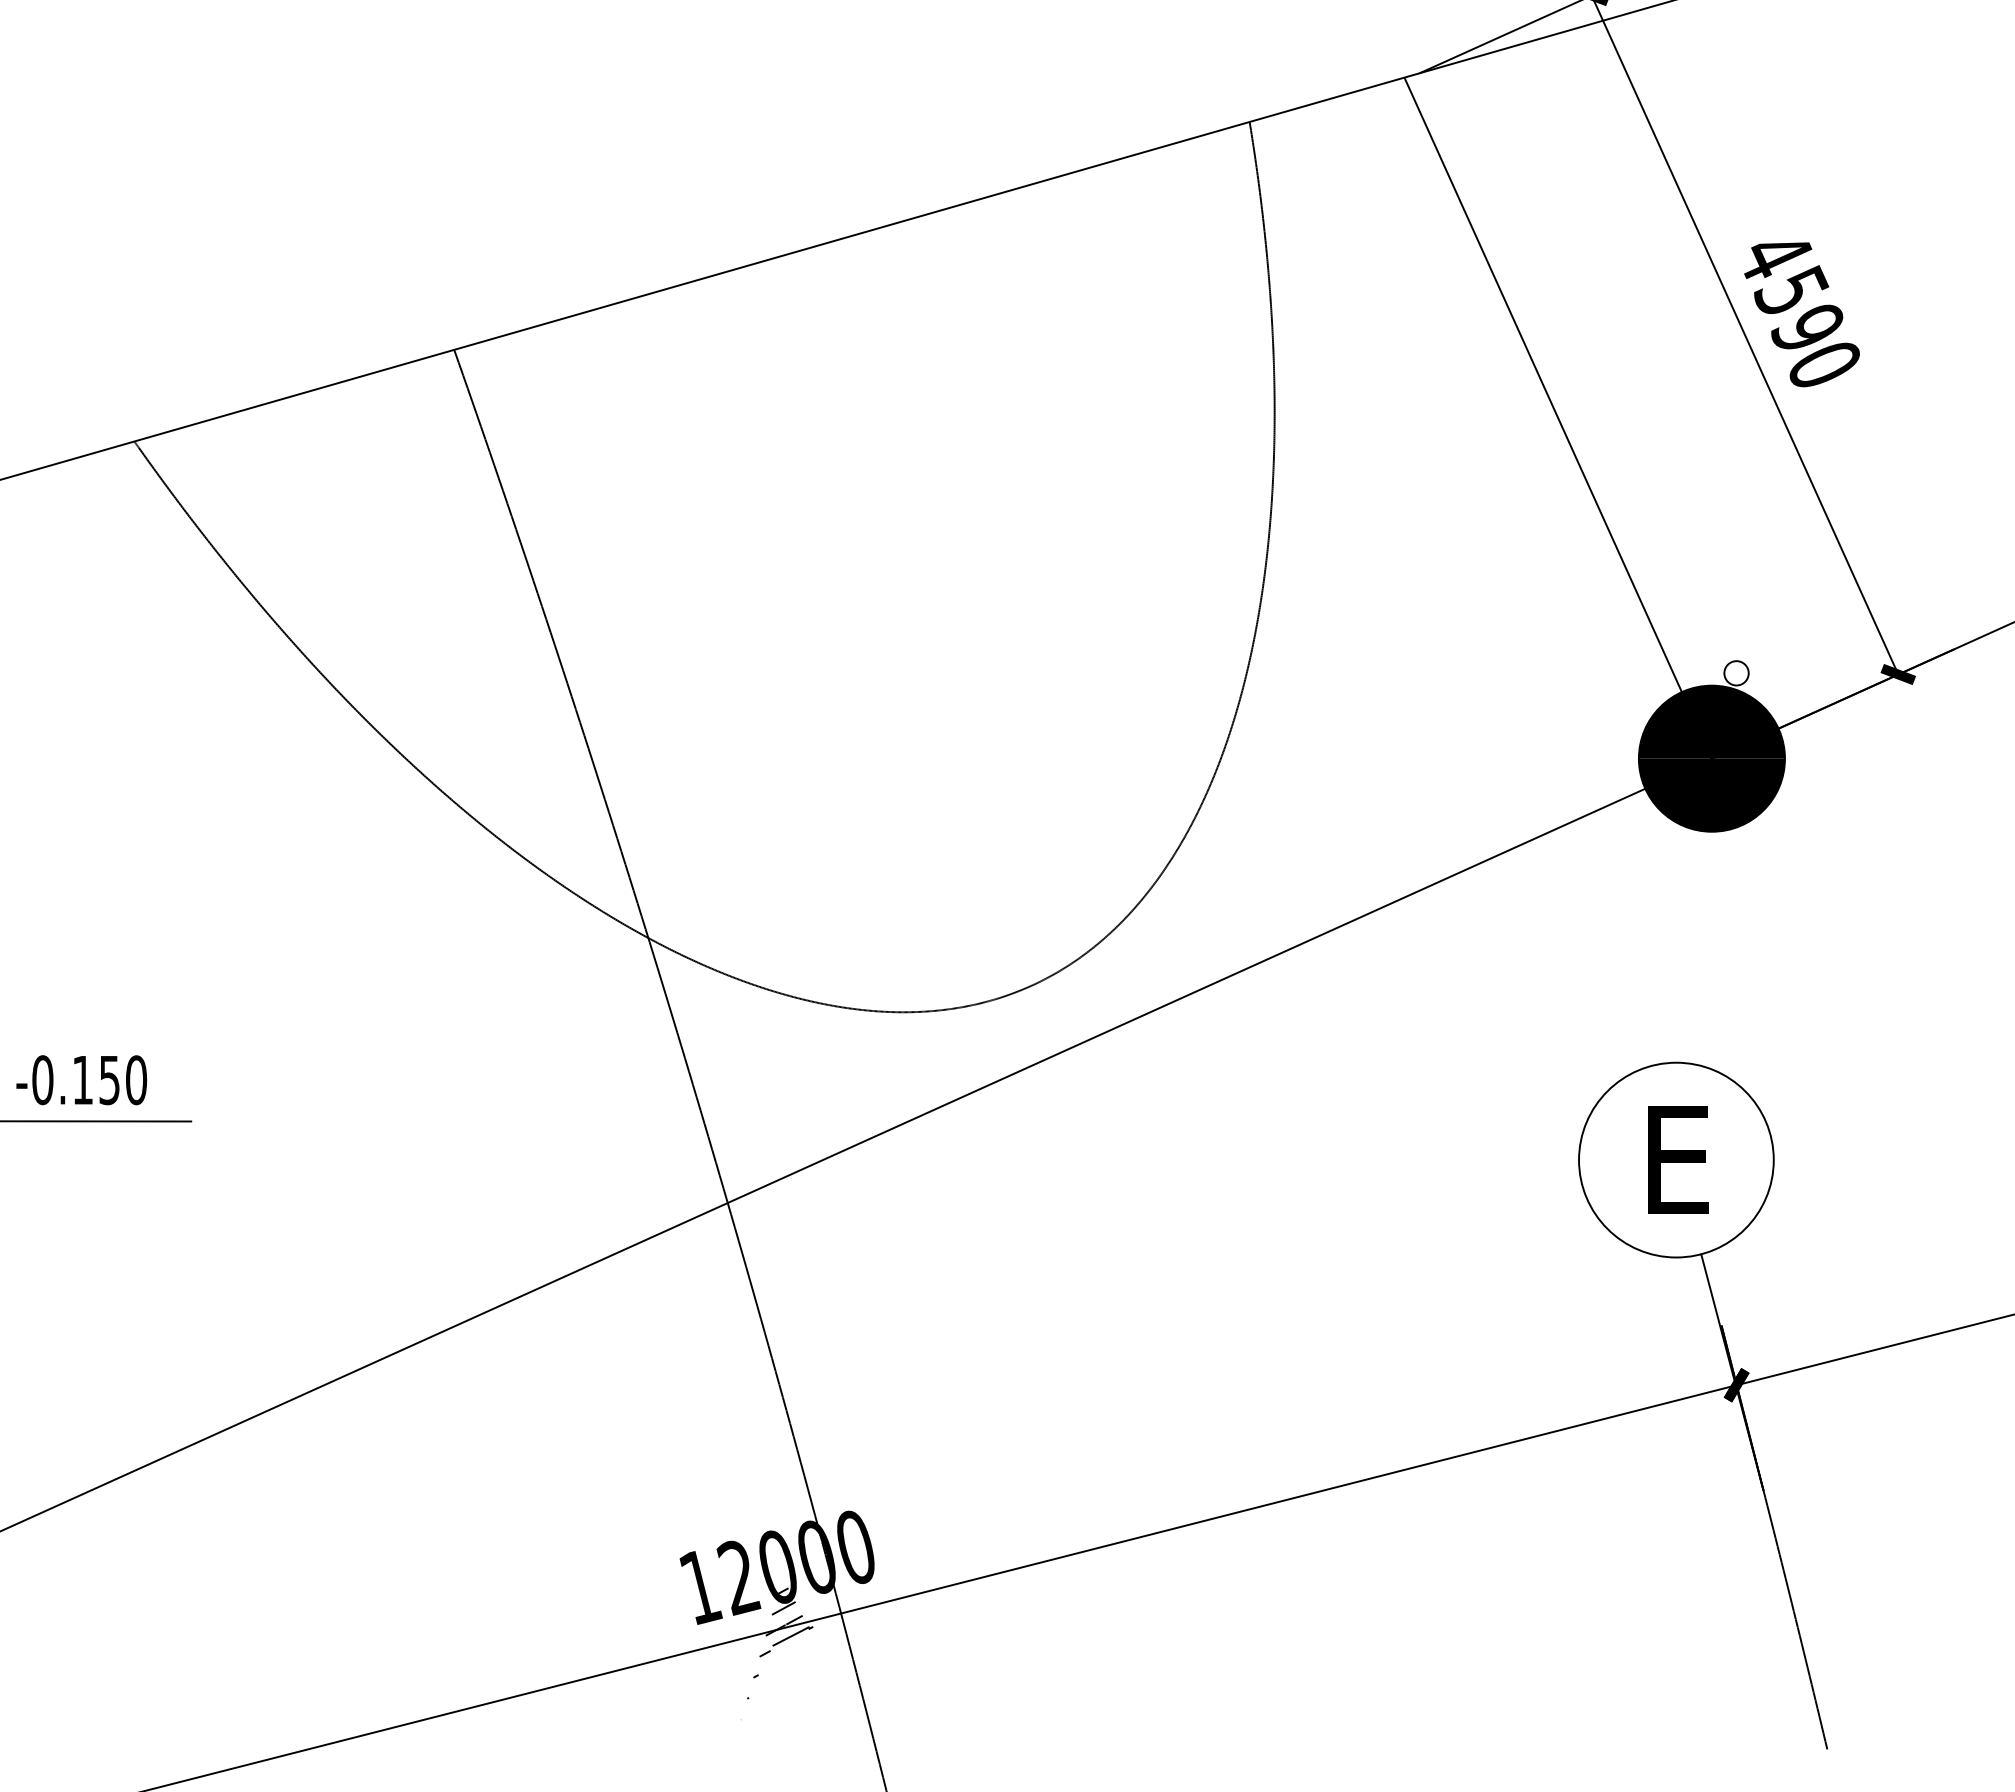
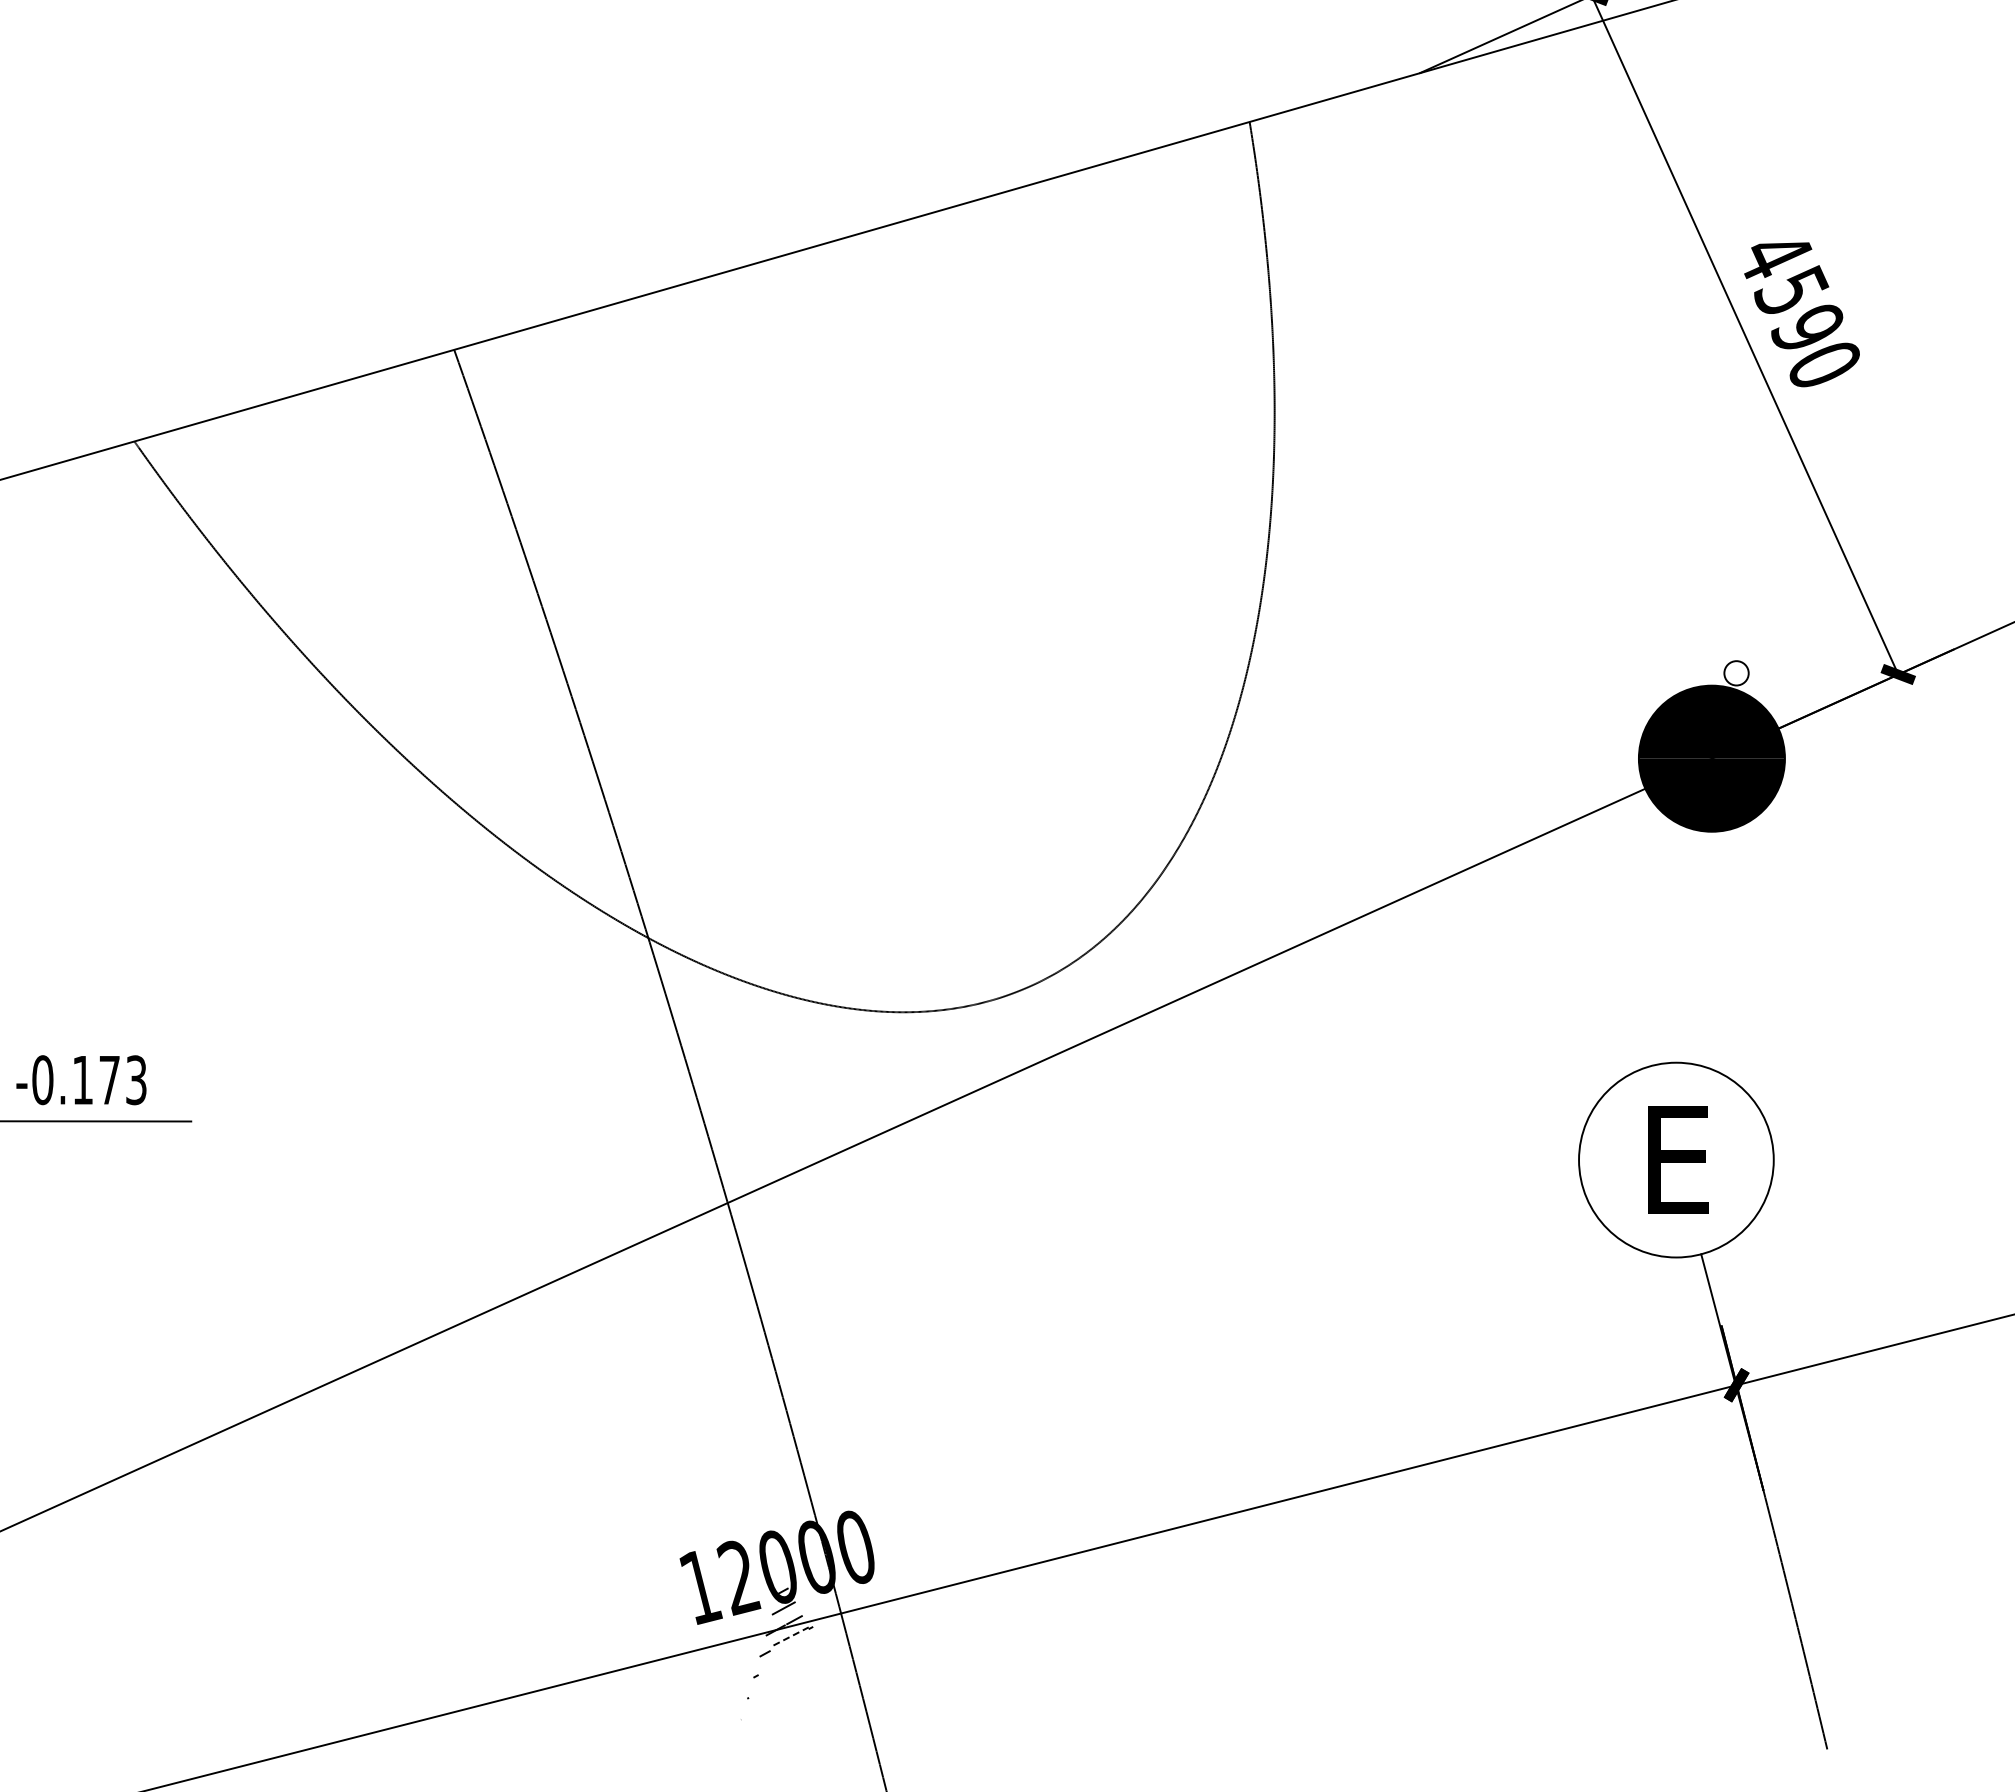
line at (1557, 417): present -> none
text at (123, 1080): -0.150 -> -0.173
line at (791, 1636): solid -> dashed
